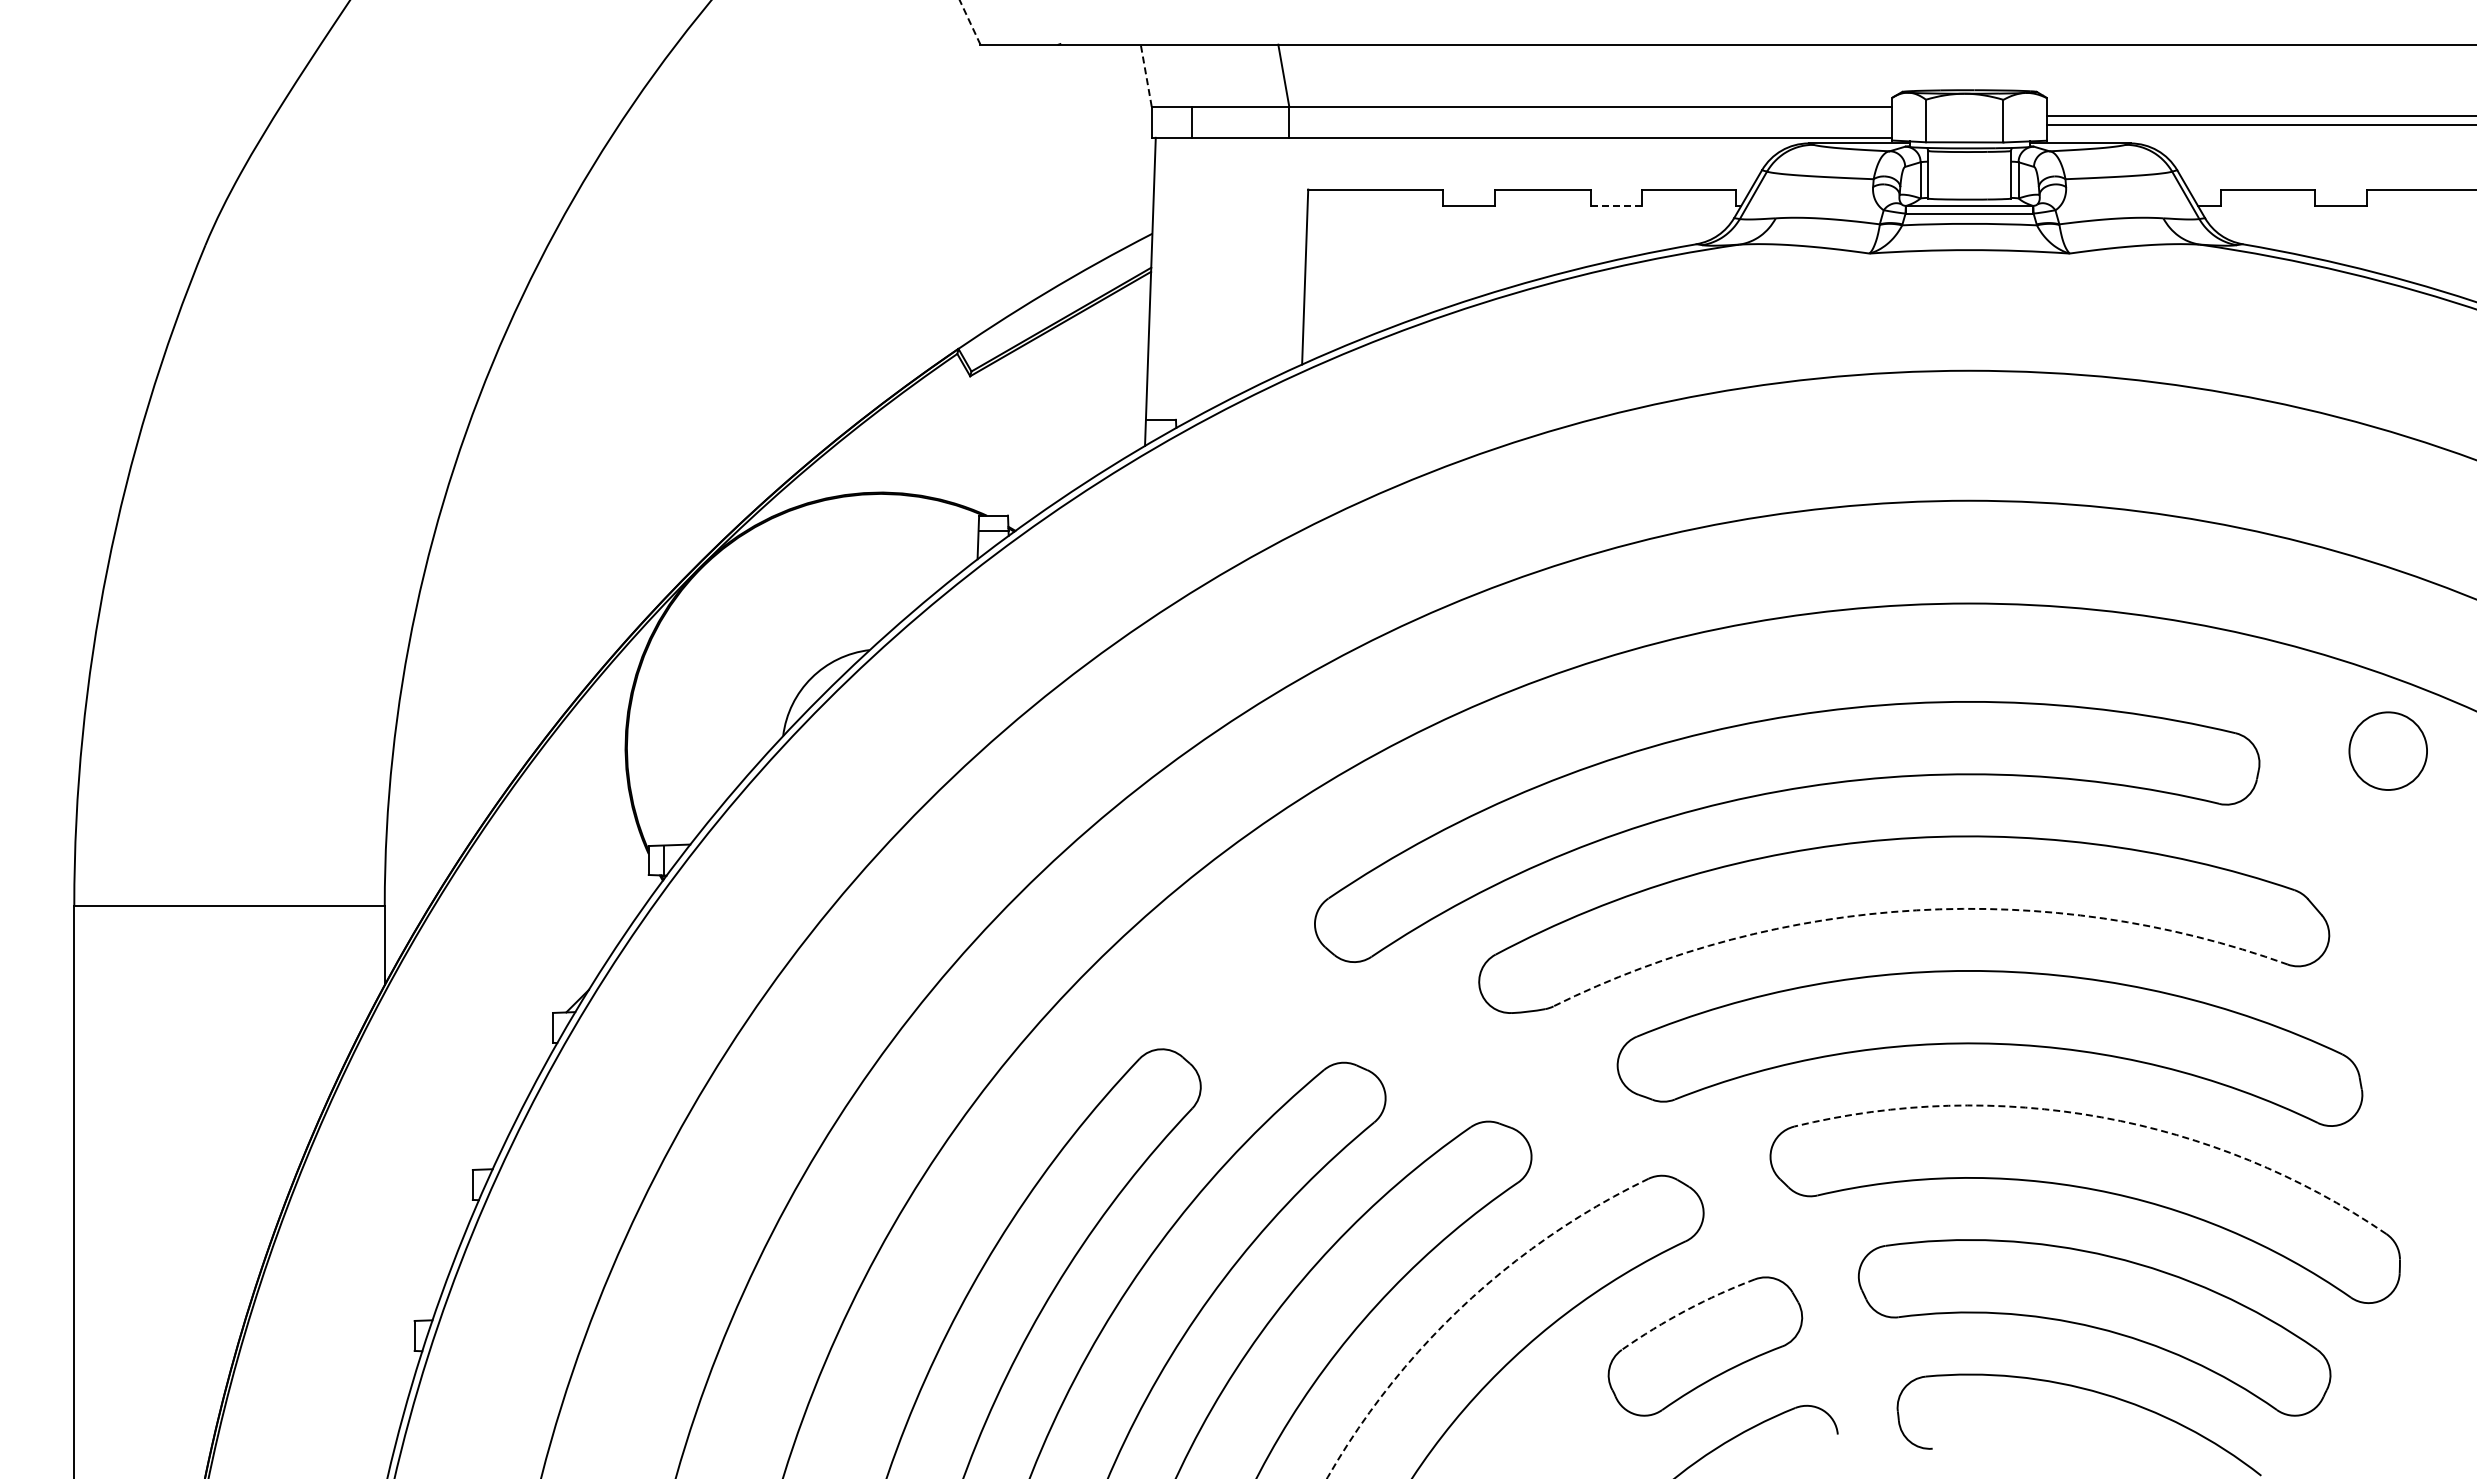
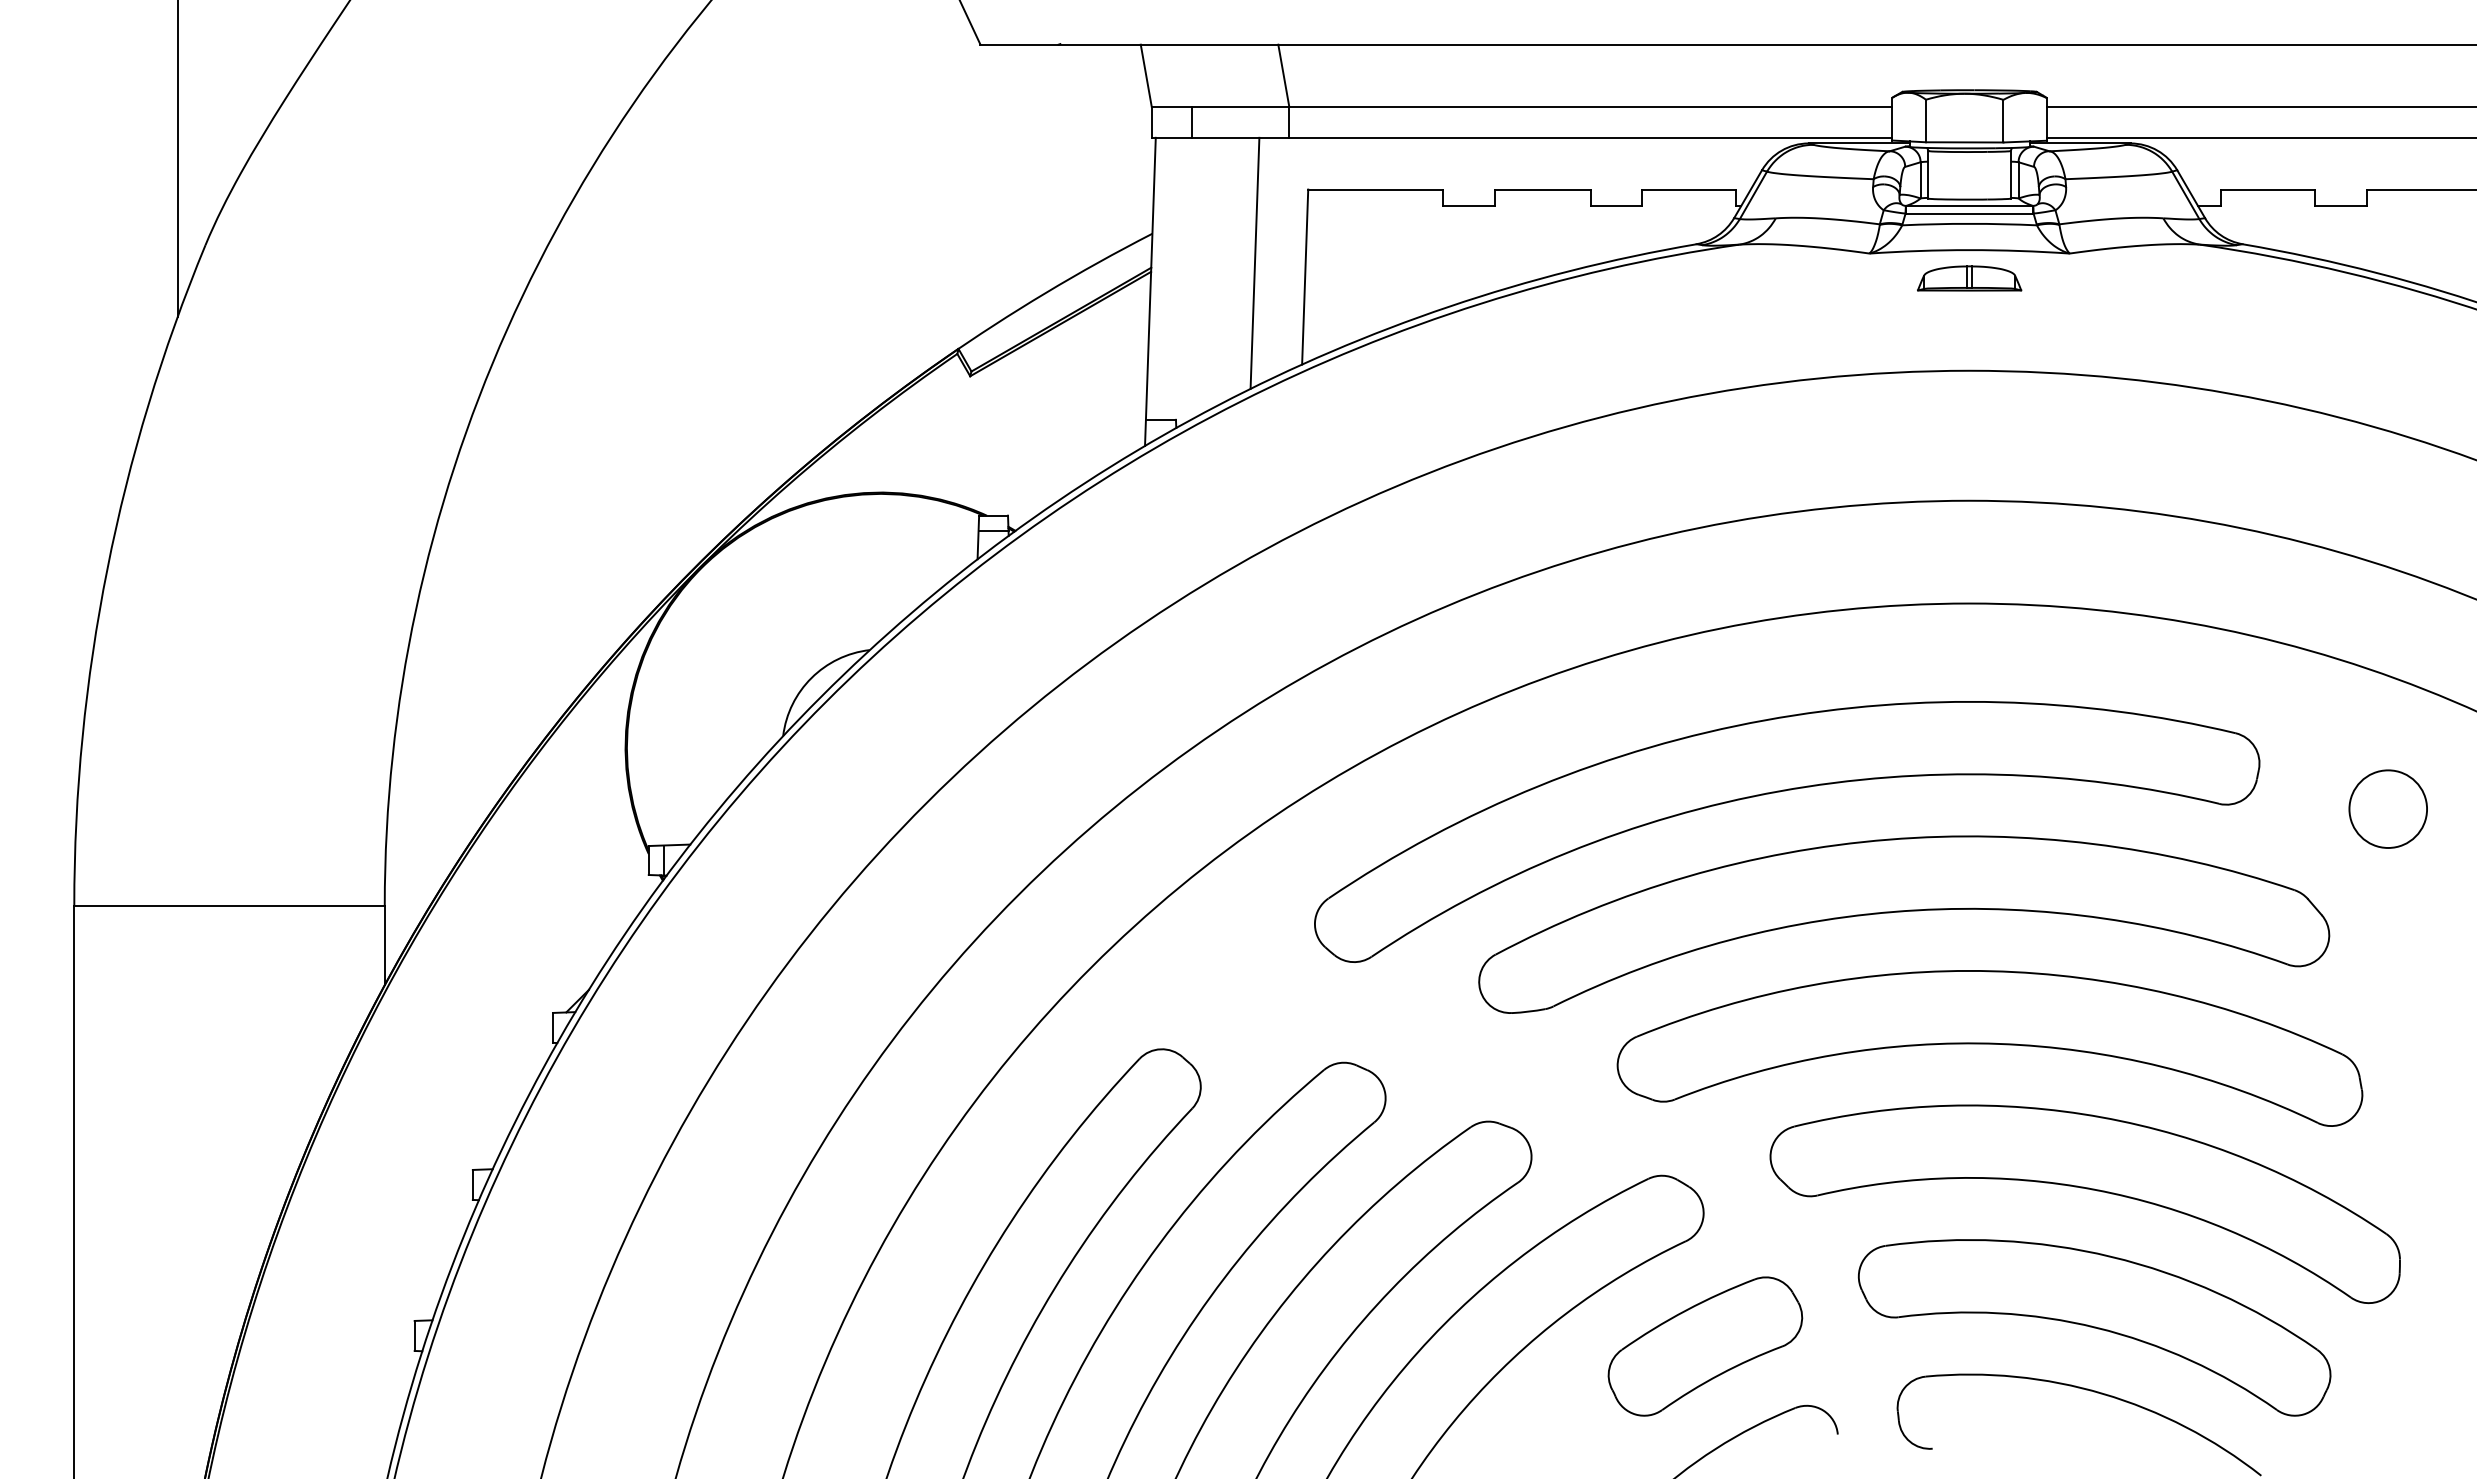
line at (969, 22): dashed -> solid
line at (1146, 75): dashed -> solid
line at (2260, 115) position: (2260, 115) -> (2260, 137)
line at (2260, 124) position: (2260, 124) -> (2260, 106)
line at (177, 159): none -> present
line at (1616, 206): dashed -> solid
line at (1254, 262): none -> present
part at (1969, 278): none -> present
circle at (2387, 750) position: (2387, 750) -> (2387, 808)
arc at (1916, 910): dashed -> solid
arc at (2101, 1117): dashed -> solid
arc at (1464, 1304): dashed -> solid
arc at (1686, 1310): dashed -> solid
